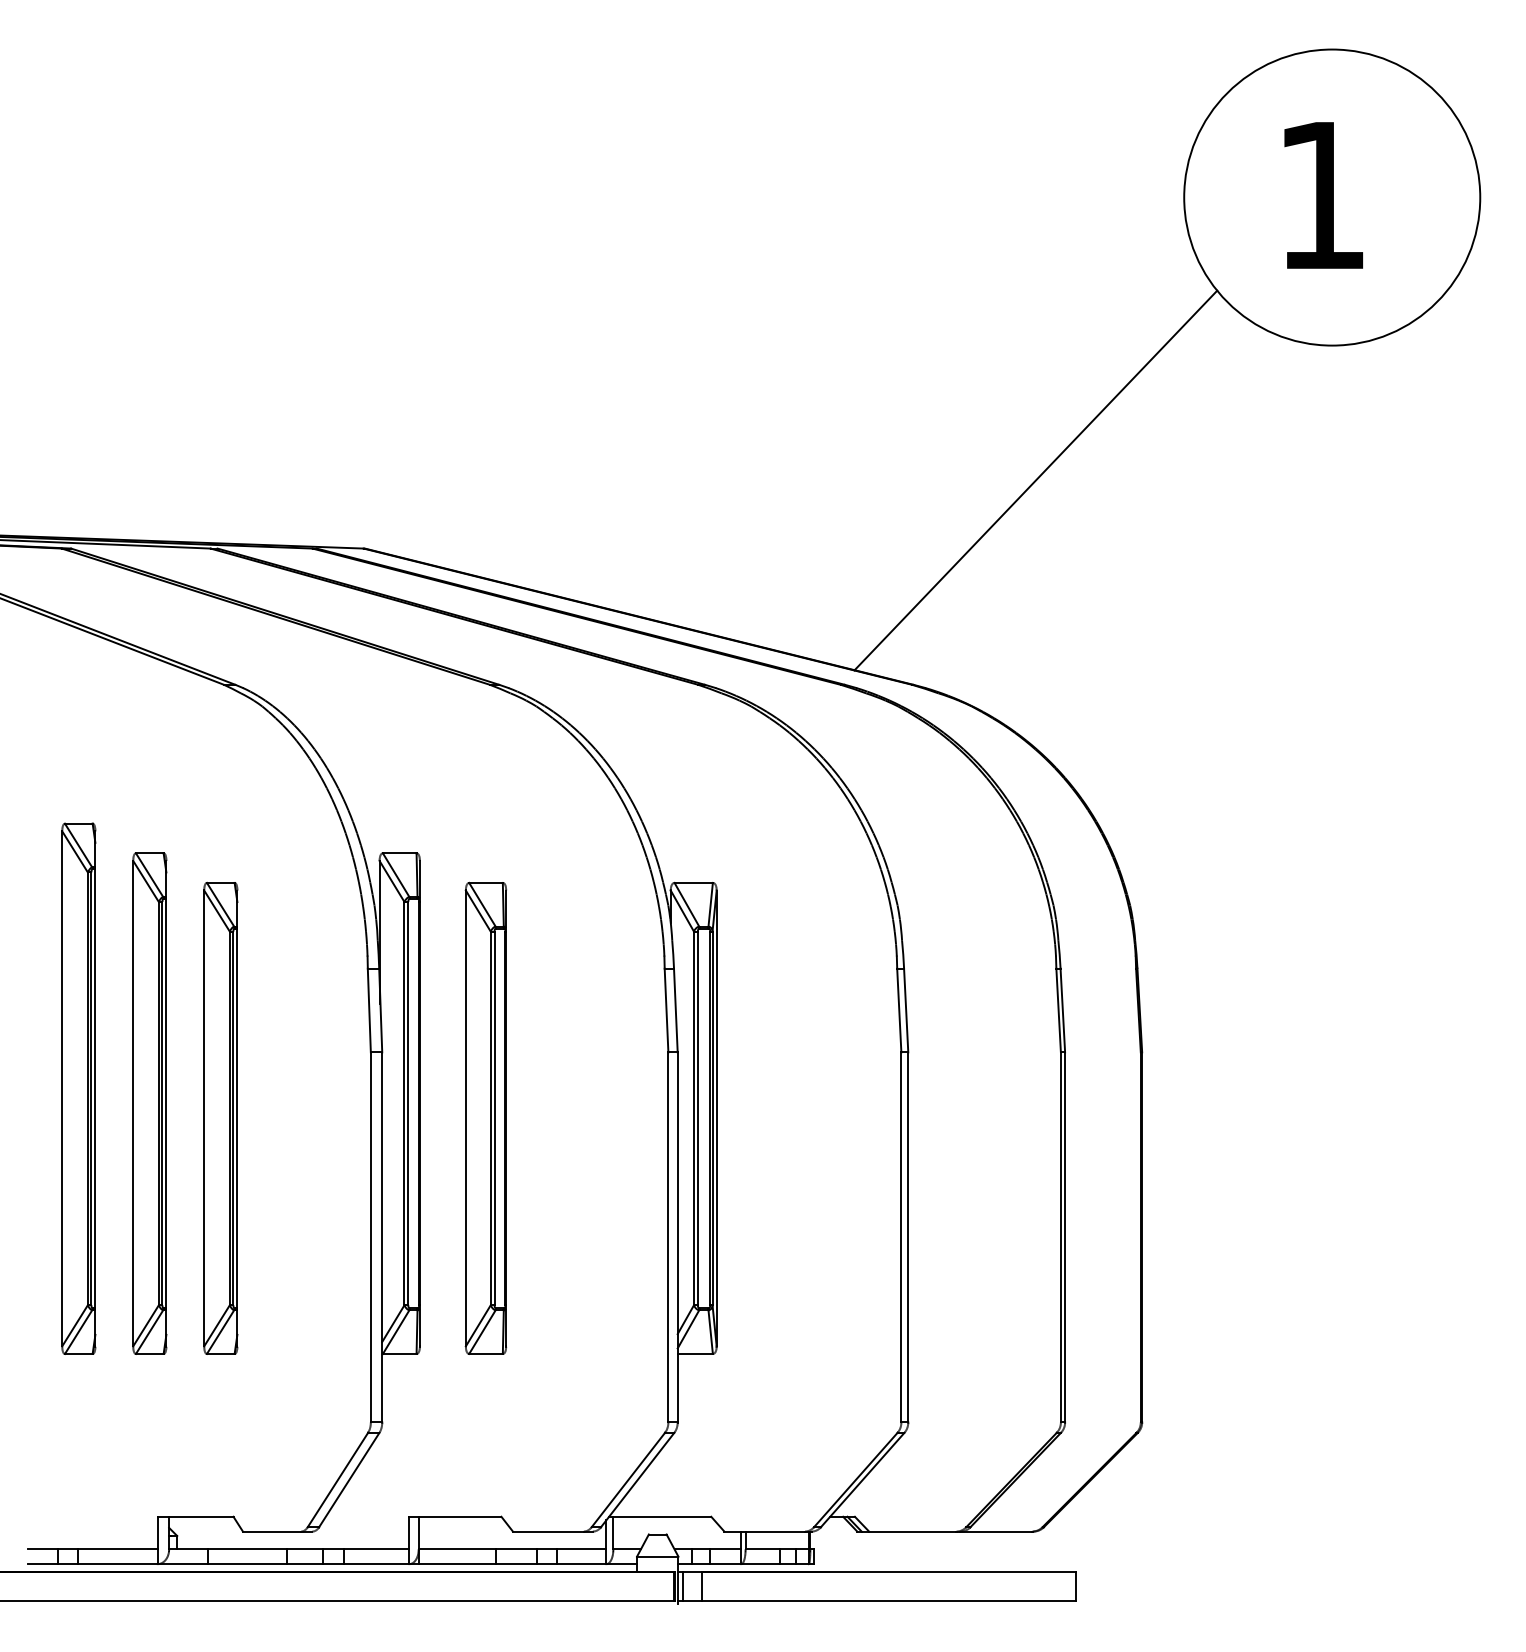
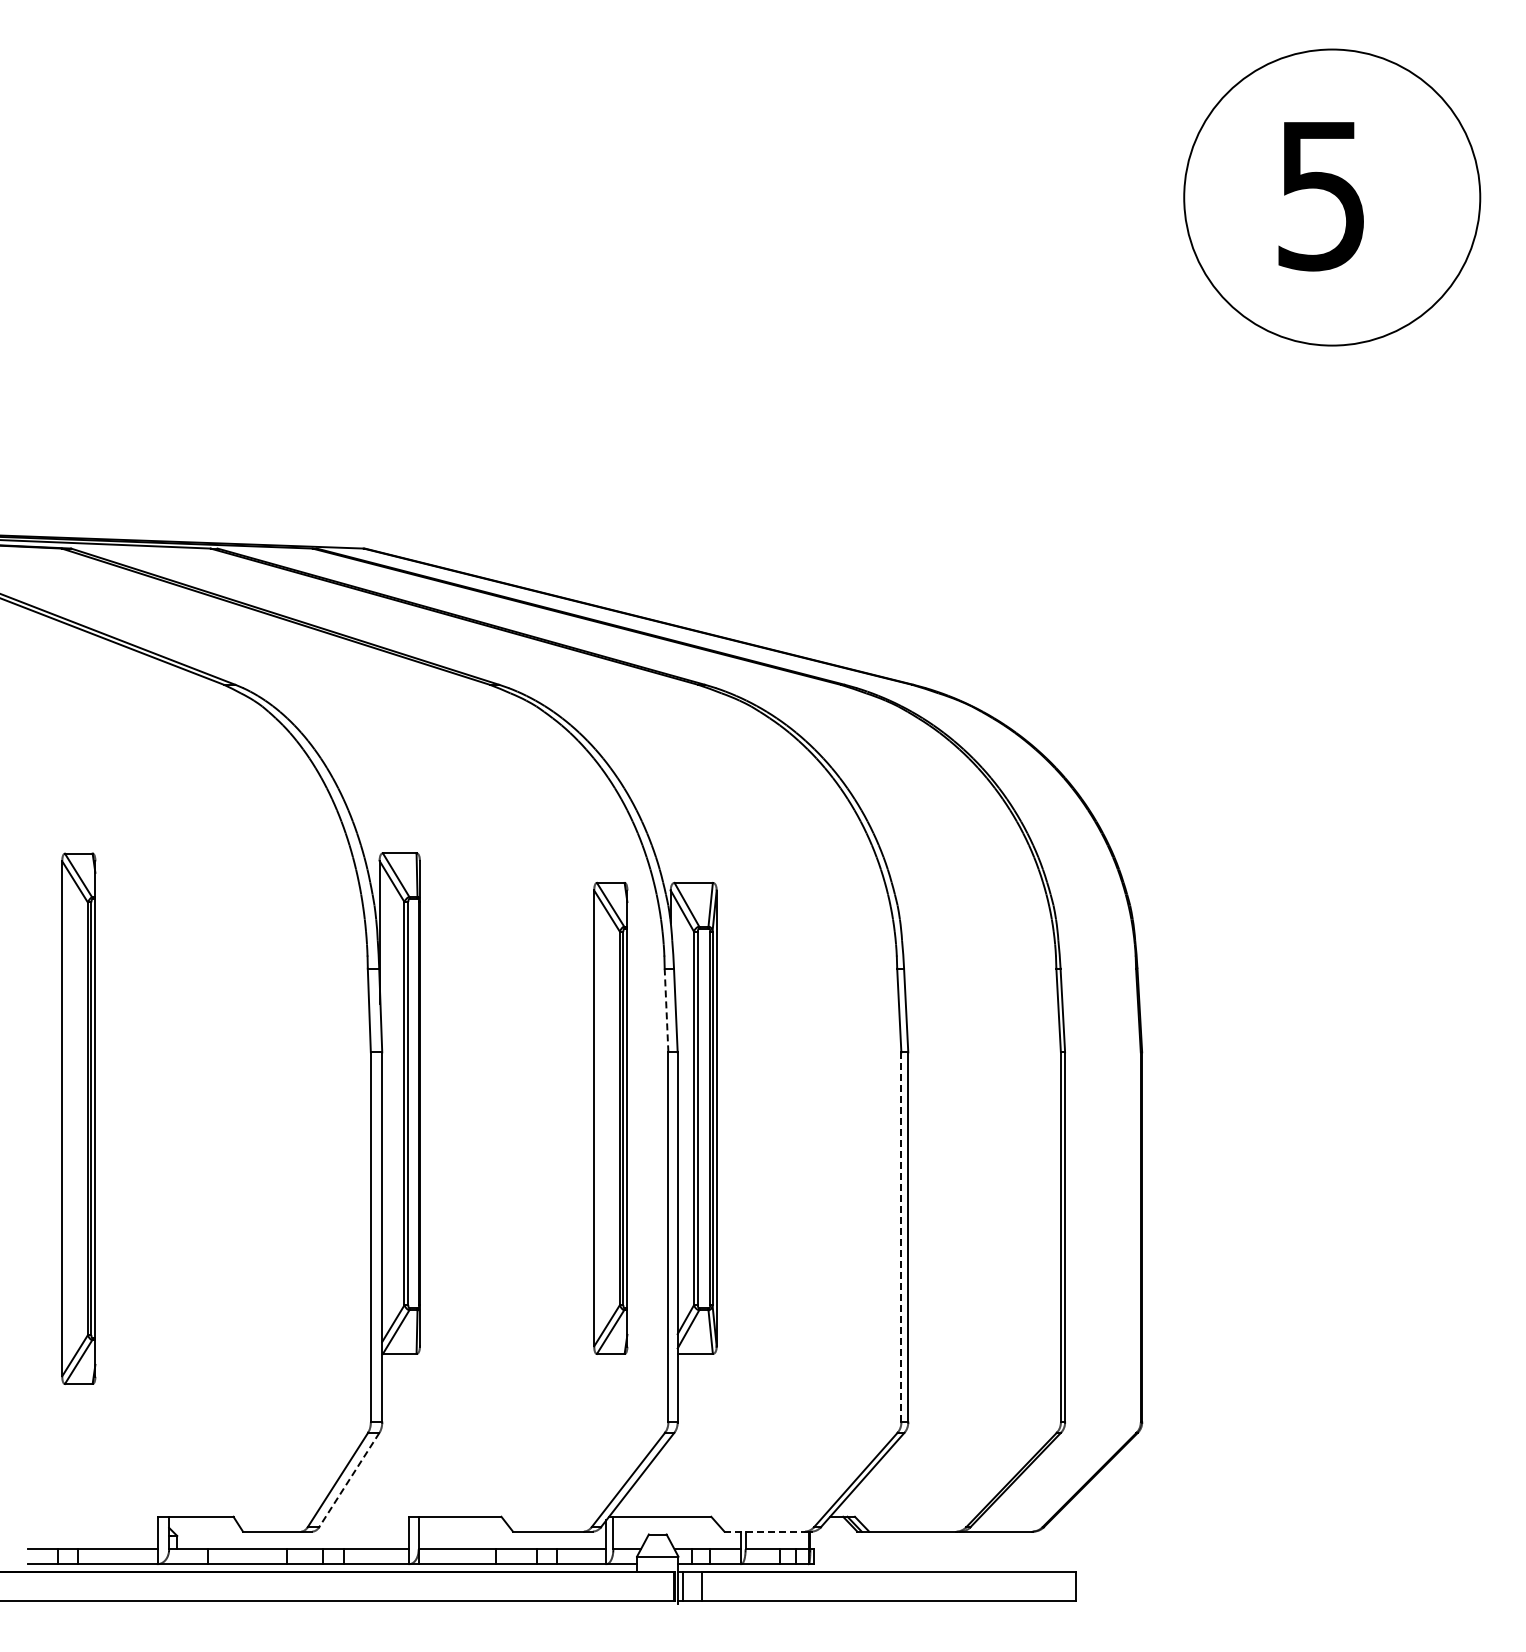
text at (1320, 196): 1 -> 5
line at (1035, 480): present -> none
line at (666, 1010): solid -> dashed
part at (78, 1088) position: (78, 1088) -> (78, 1118)
part at (149, 1103): present -> none
part at (220, 1117) position: (220, 1117) -> (610, 1117)
part at (485, 1117): present -> none
line at (901, 1236): solid -> dashed
line at (349, 1480): solid -> dashed
line at (765, 1531): solid -> dashed
